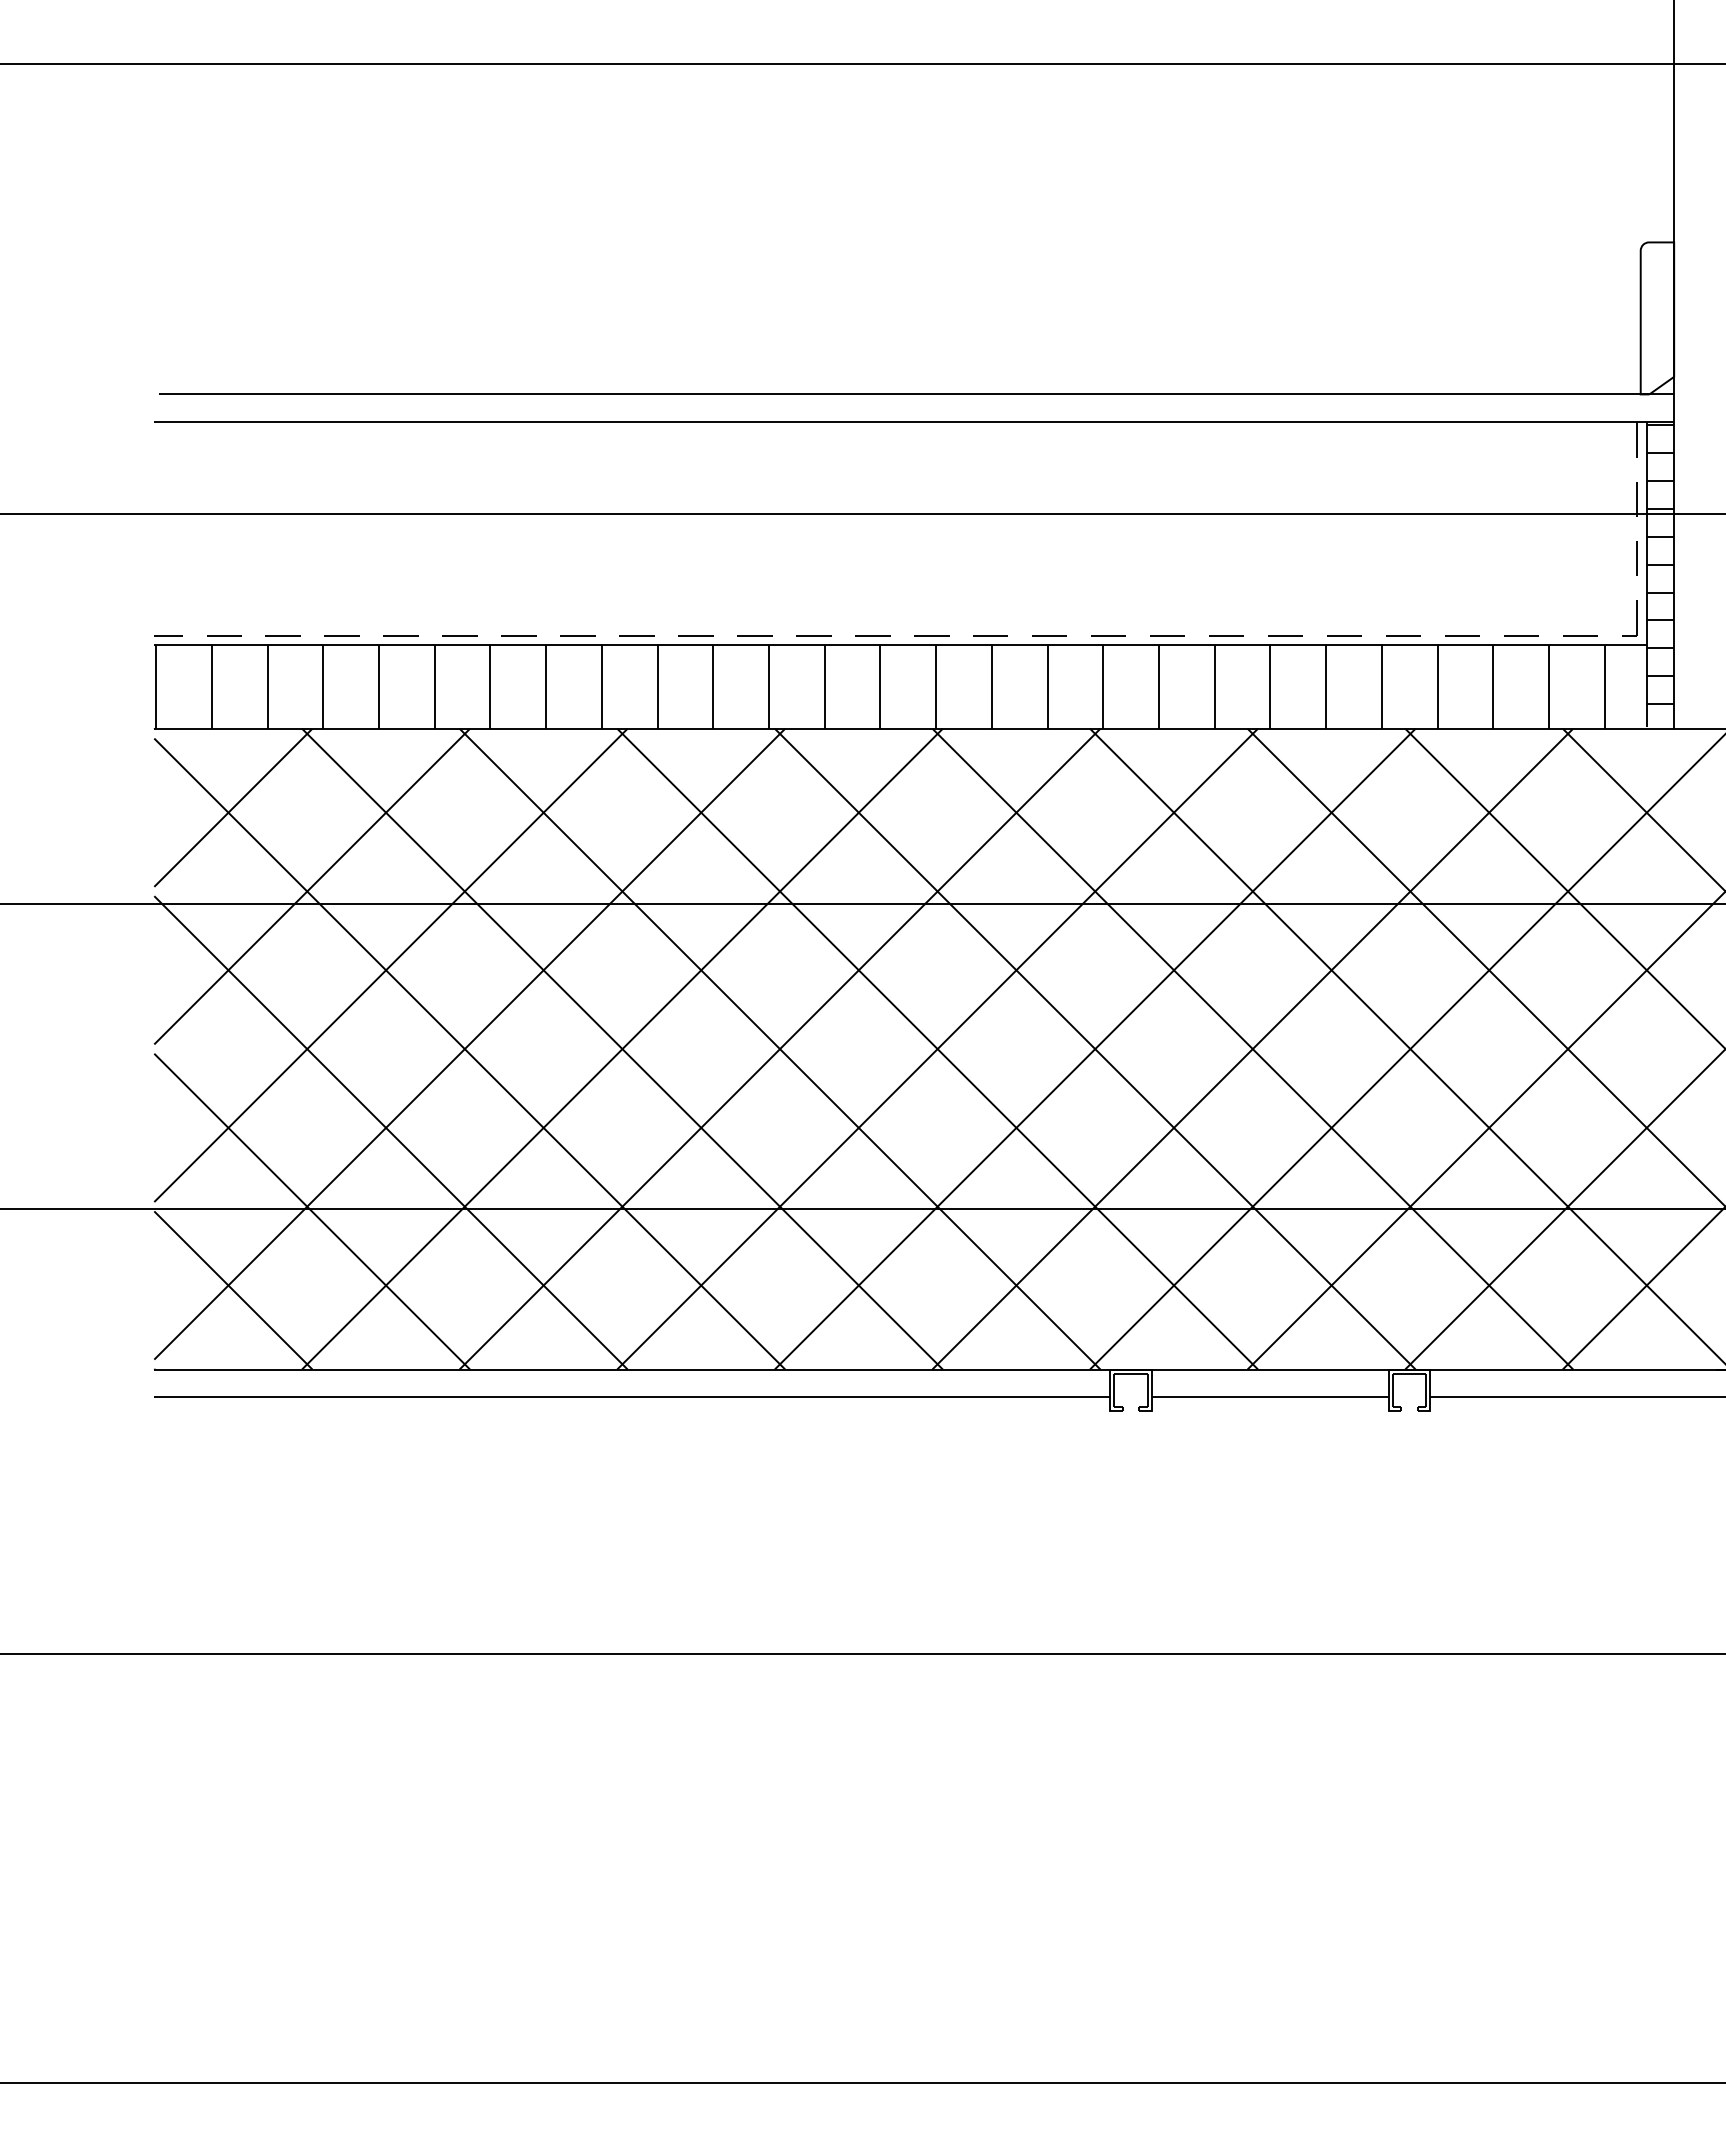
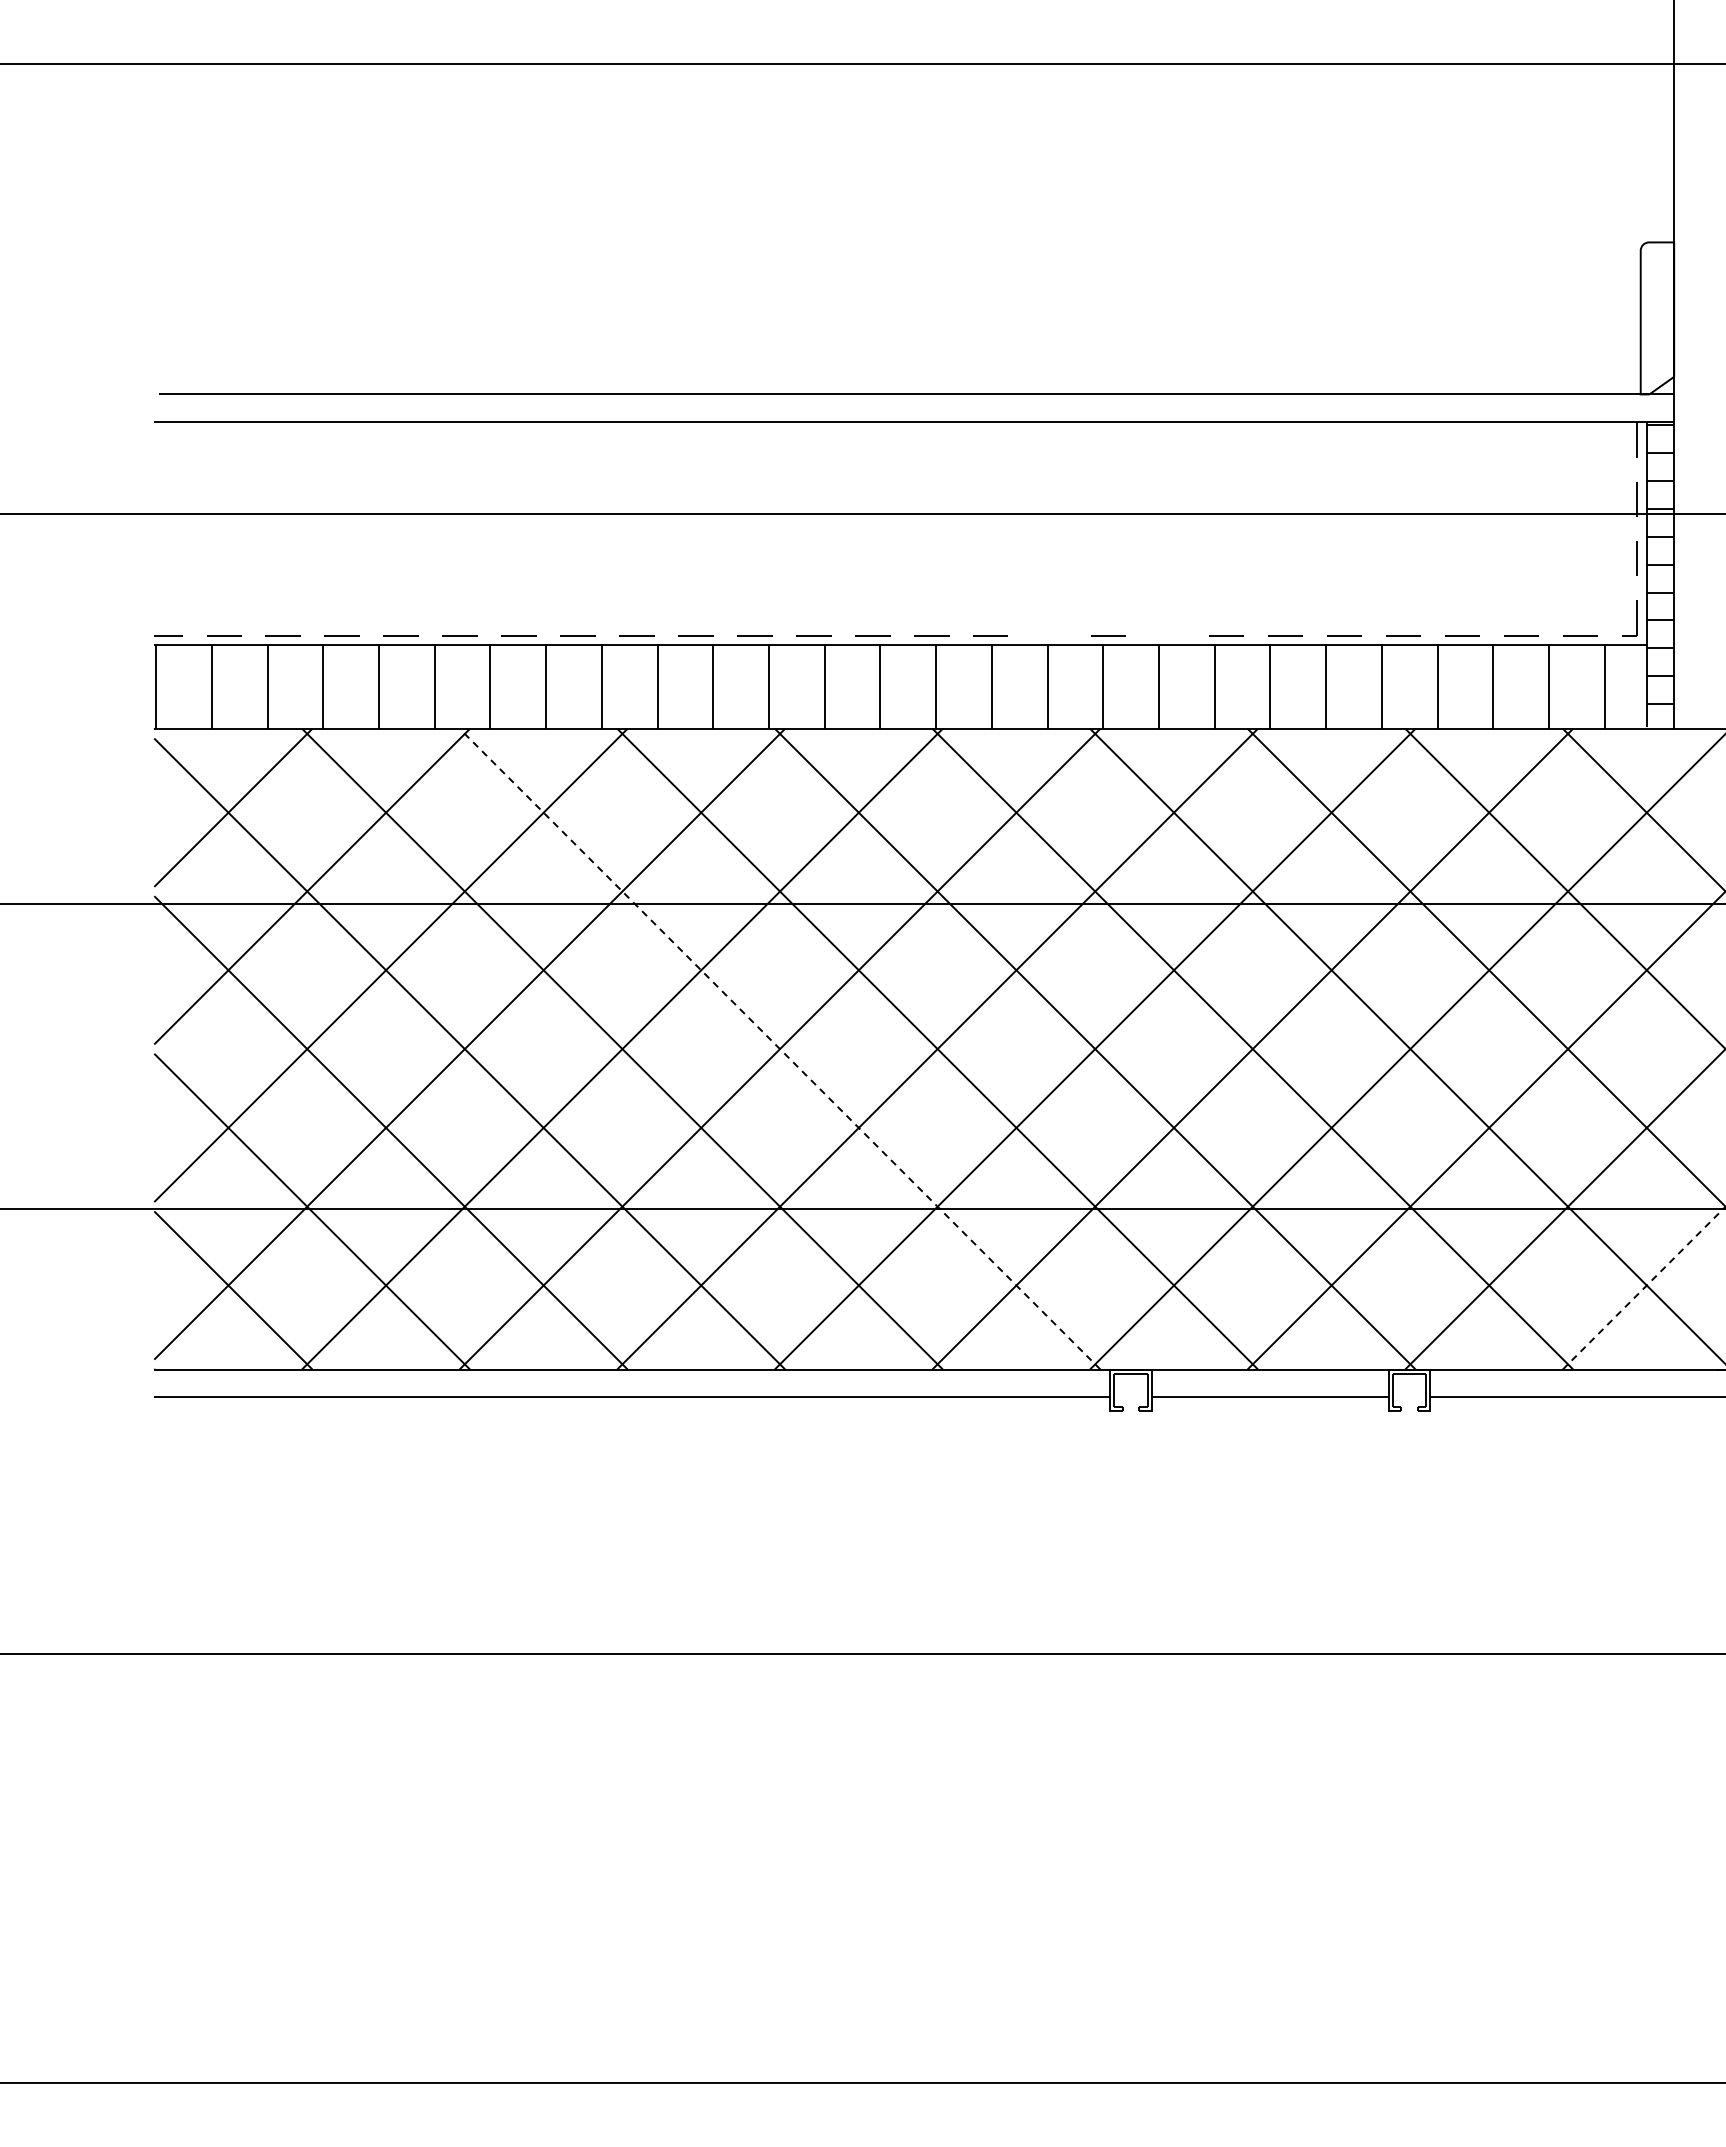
line at (1049, 635): present -> none
line at (1167, 635): present -> none
line at (779, 1048): solid -> dashed
line at (1644, 1287): solid -> dashed
